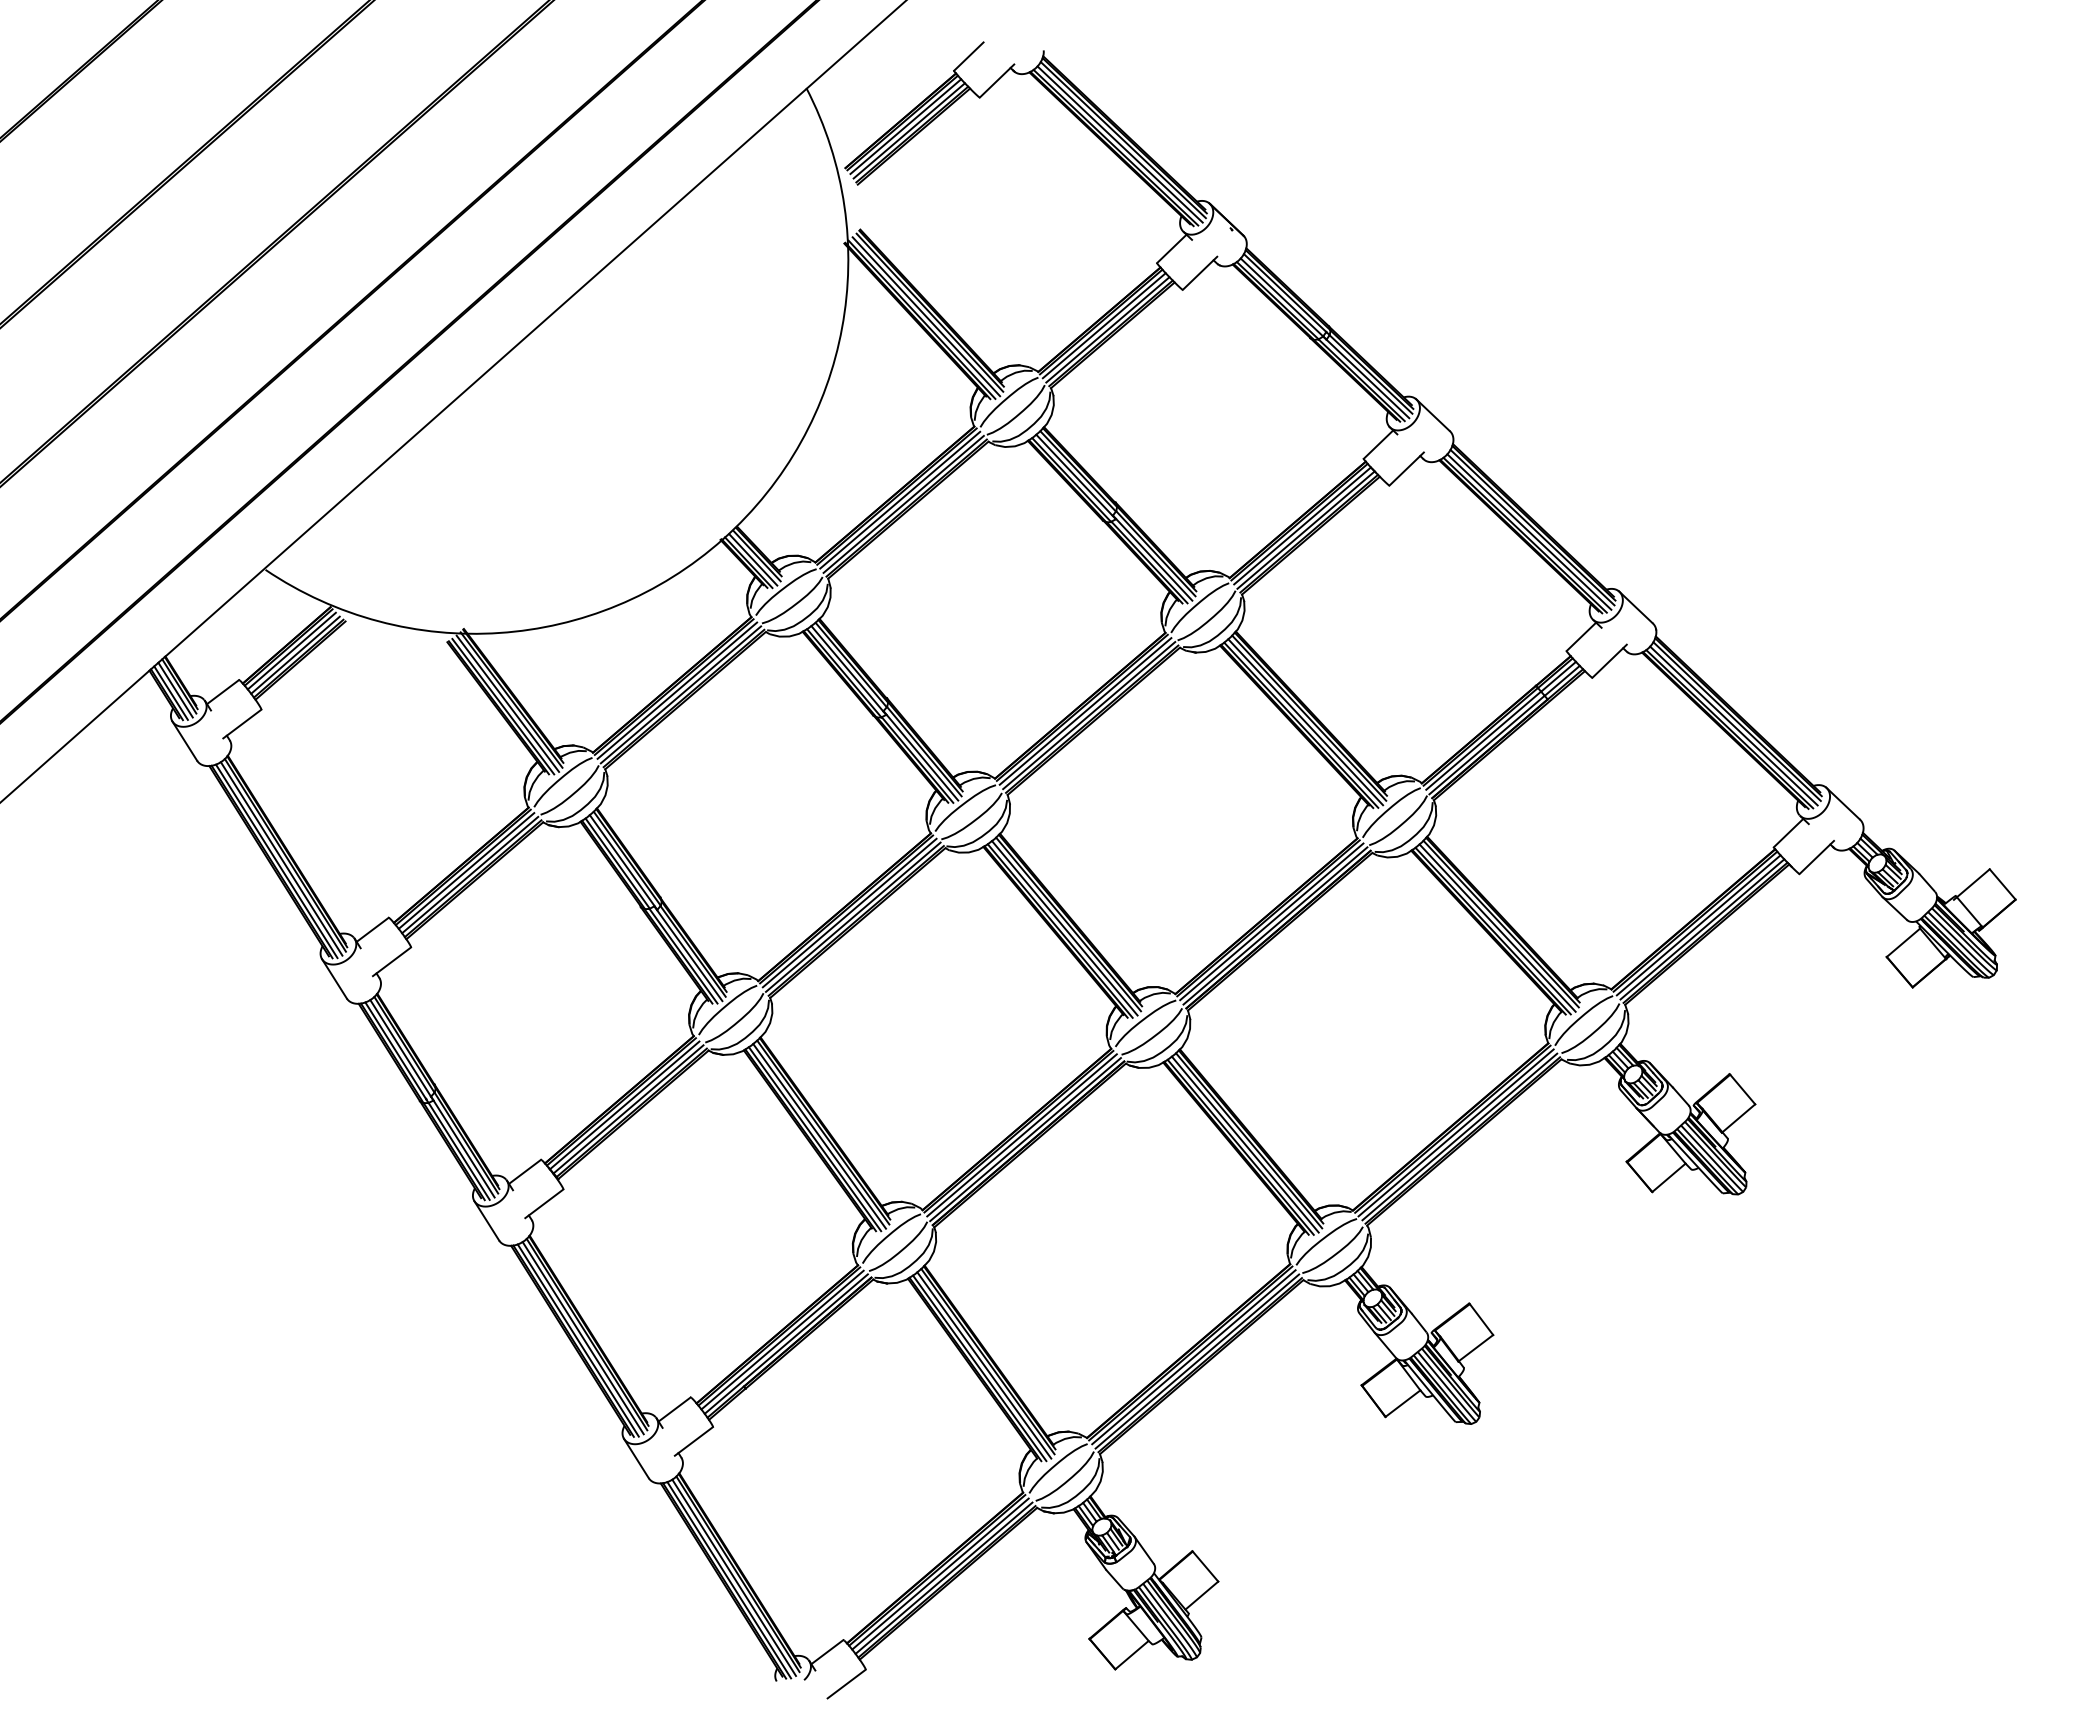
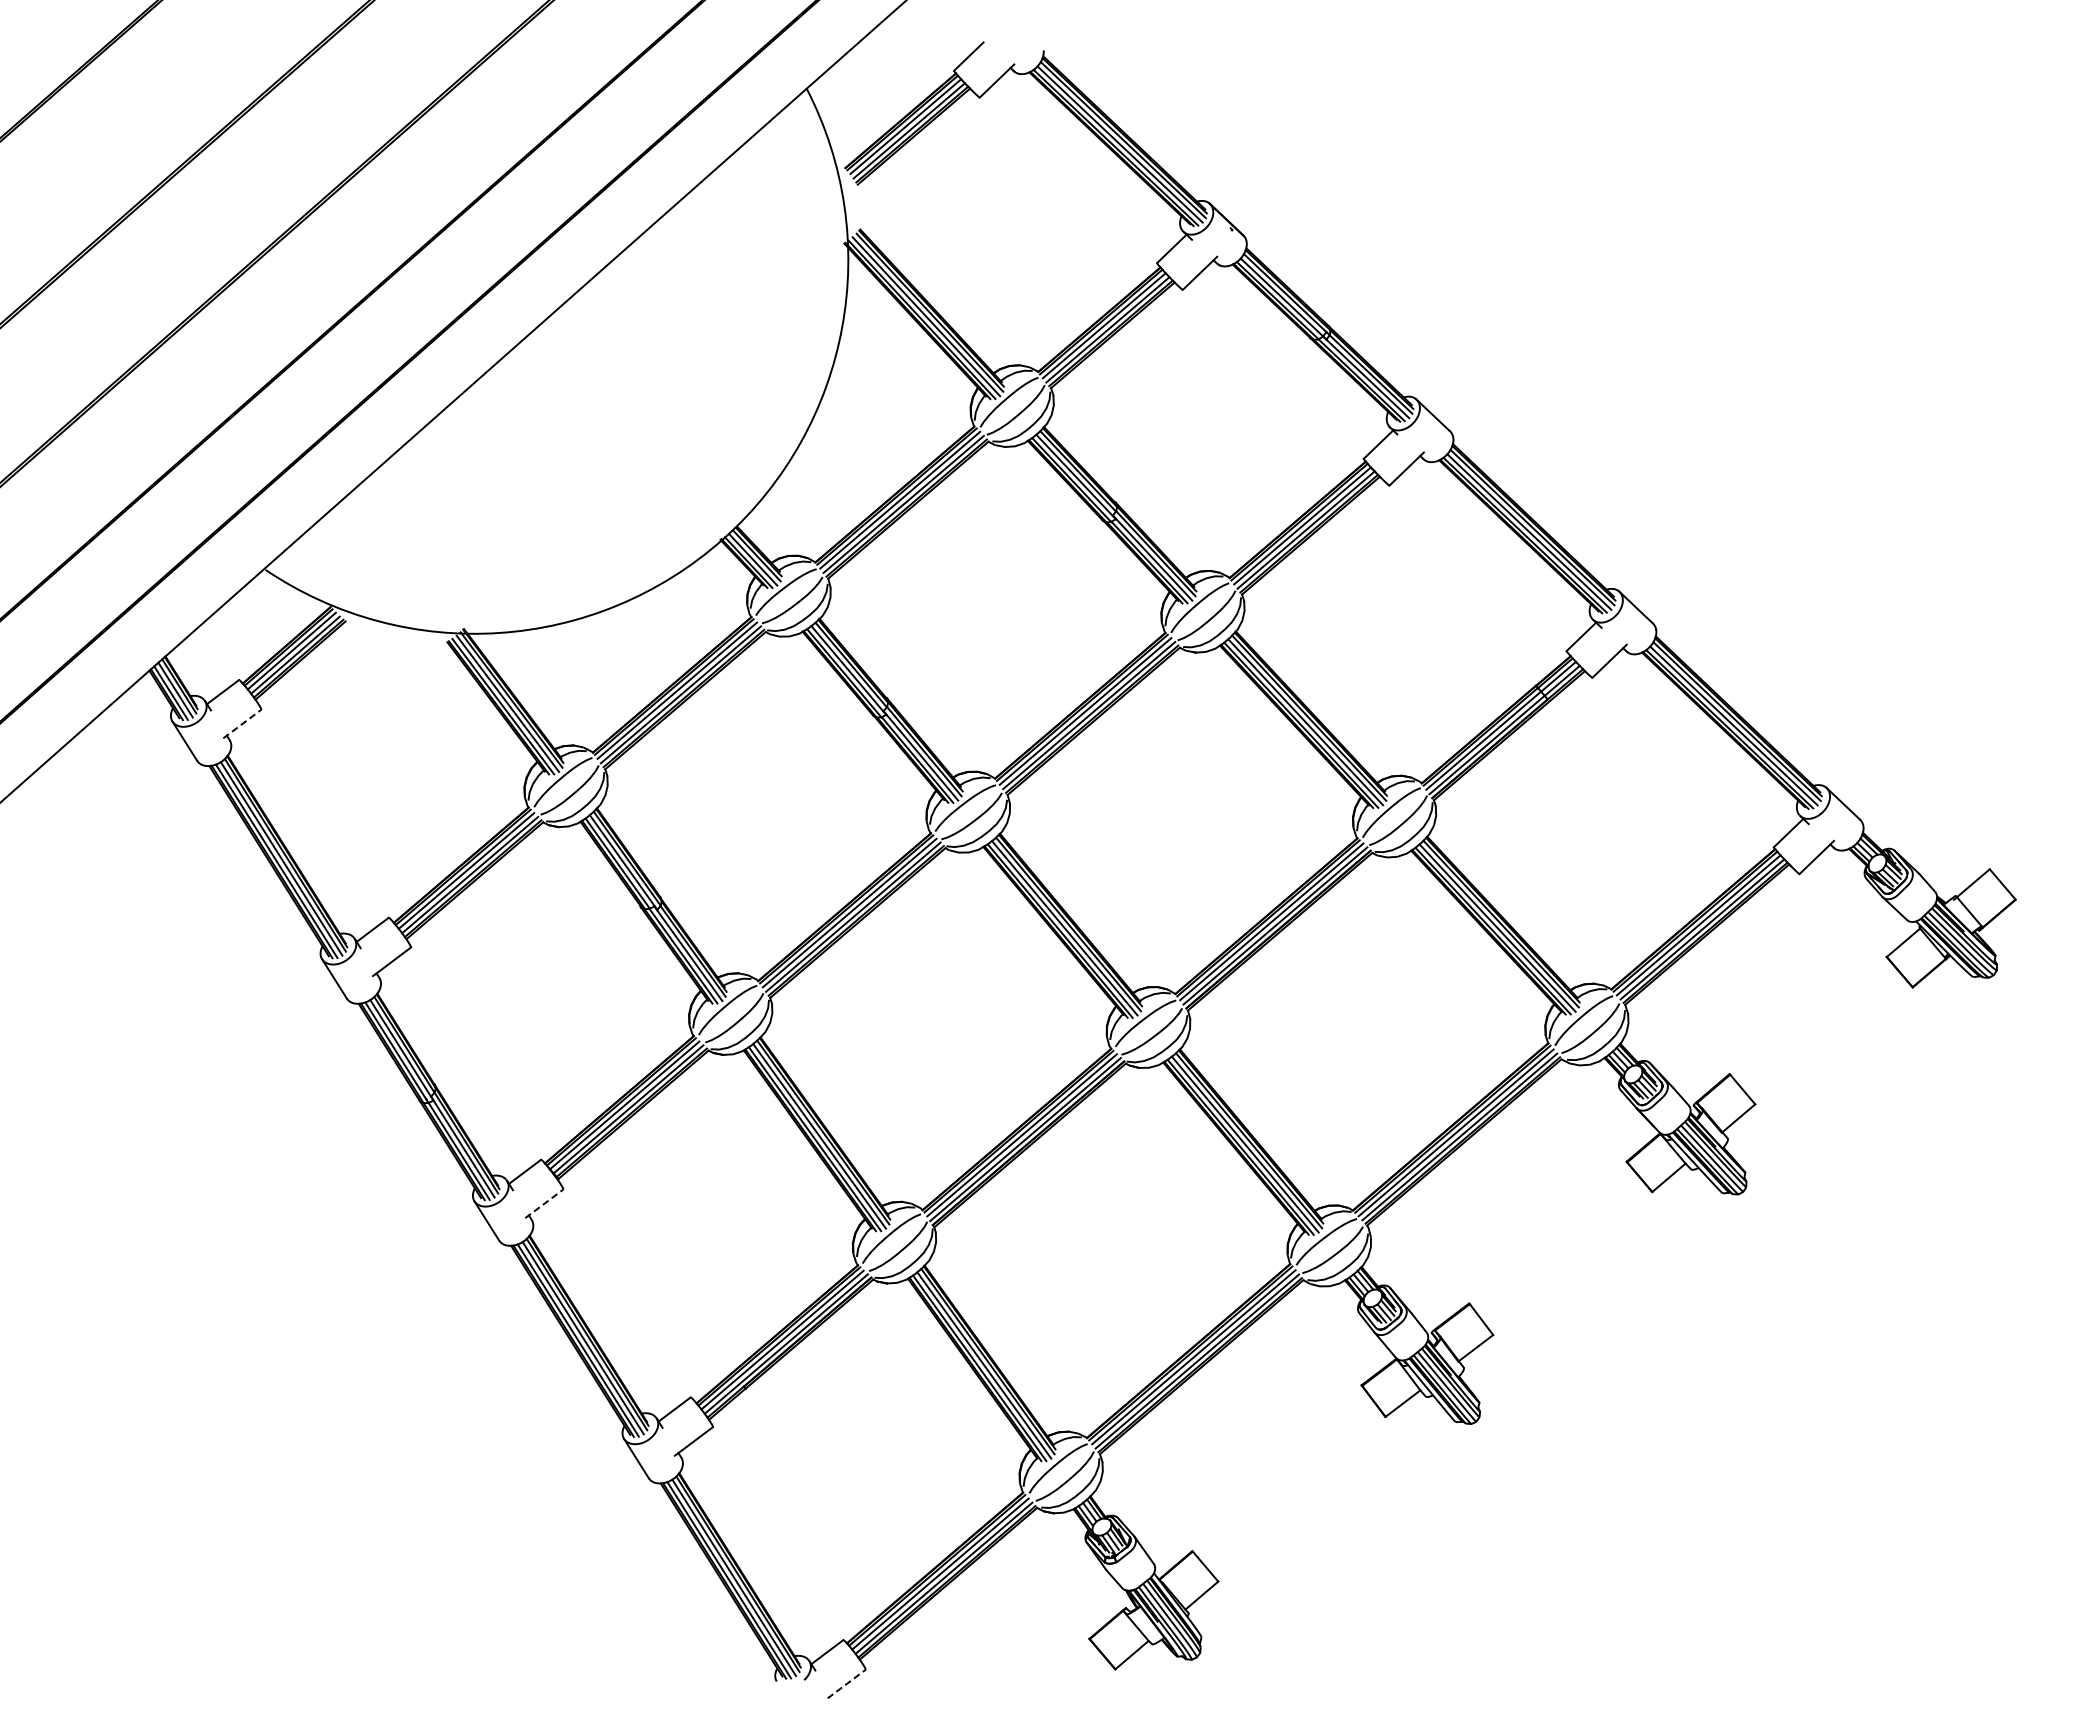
line at (242, 724): solid -> dashed
line at (544, 1203): solid -> dashed
line at (846, 1684): solid -> dashed
